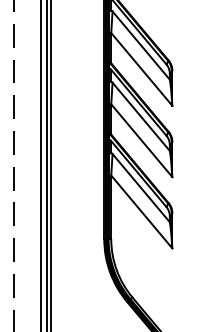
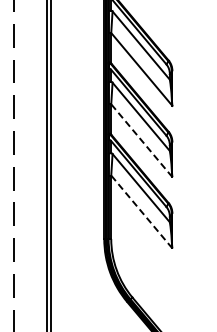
line at (141, 140): solid -> dashed
line at (40, 165): present -> none
line at (141, 212): solid -> dashed
